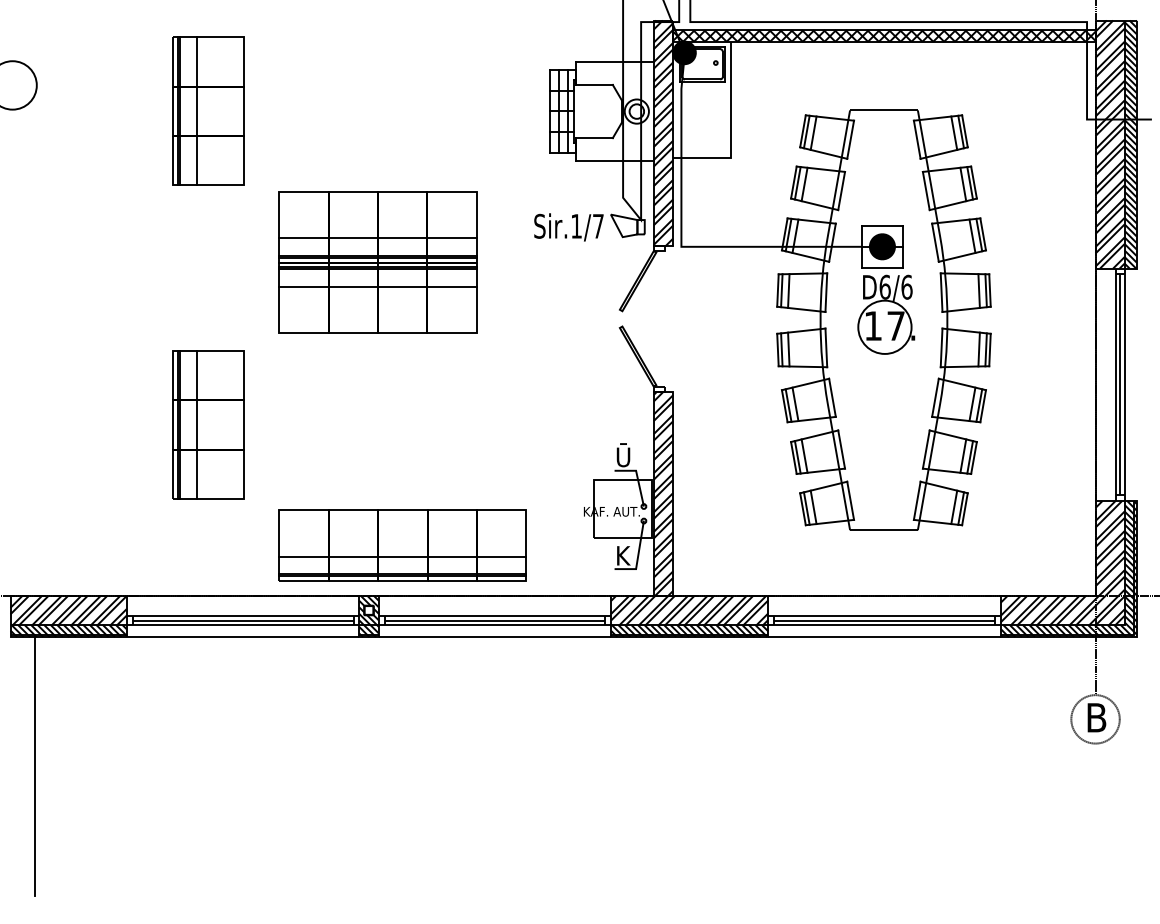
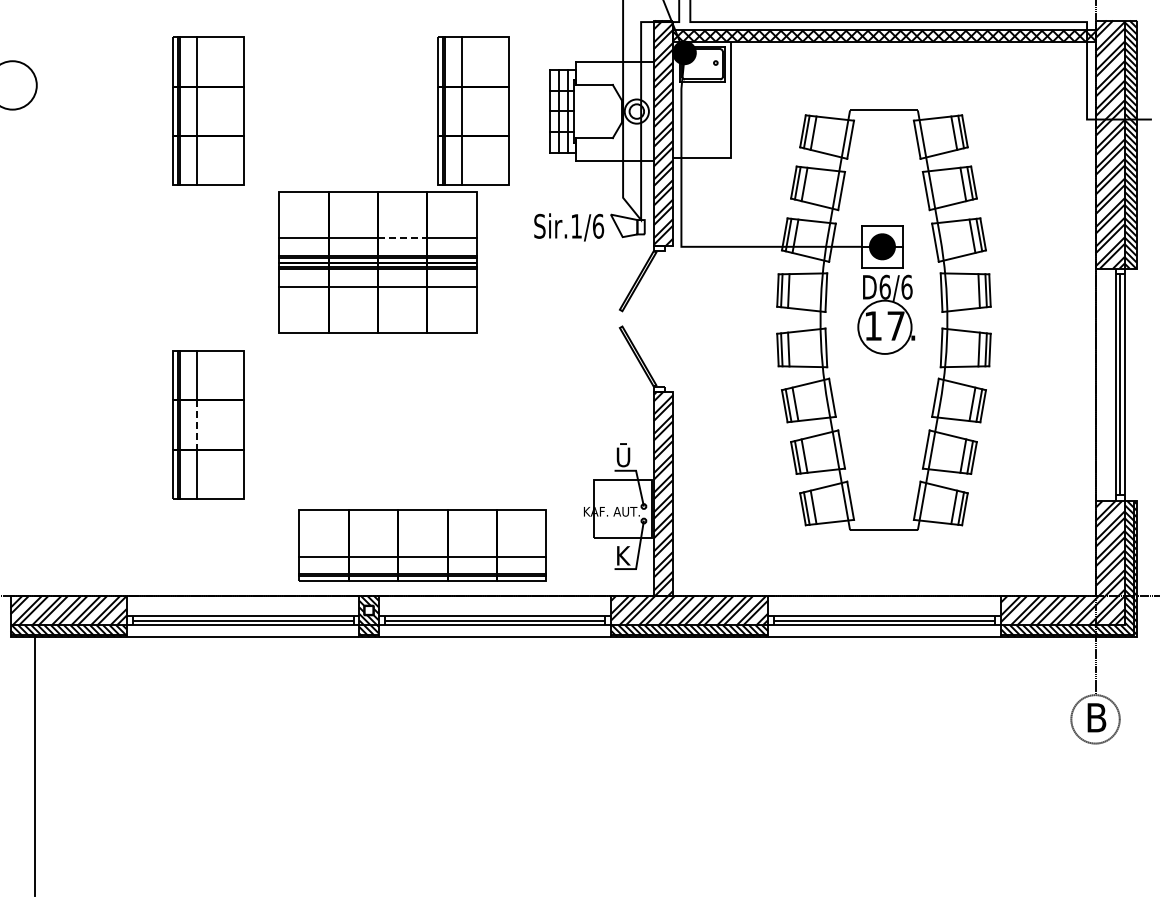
part at (473, 110): none -> present
text at (598, 225): Sir.1/7 -> Sir.1/6
line at (402, 238): solid -> dashed
line at (197, 425): solid -> dashed
part at (402, 545) position: (402, 545) -> (422, 545)
